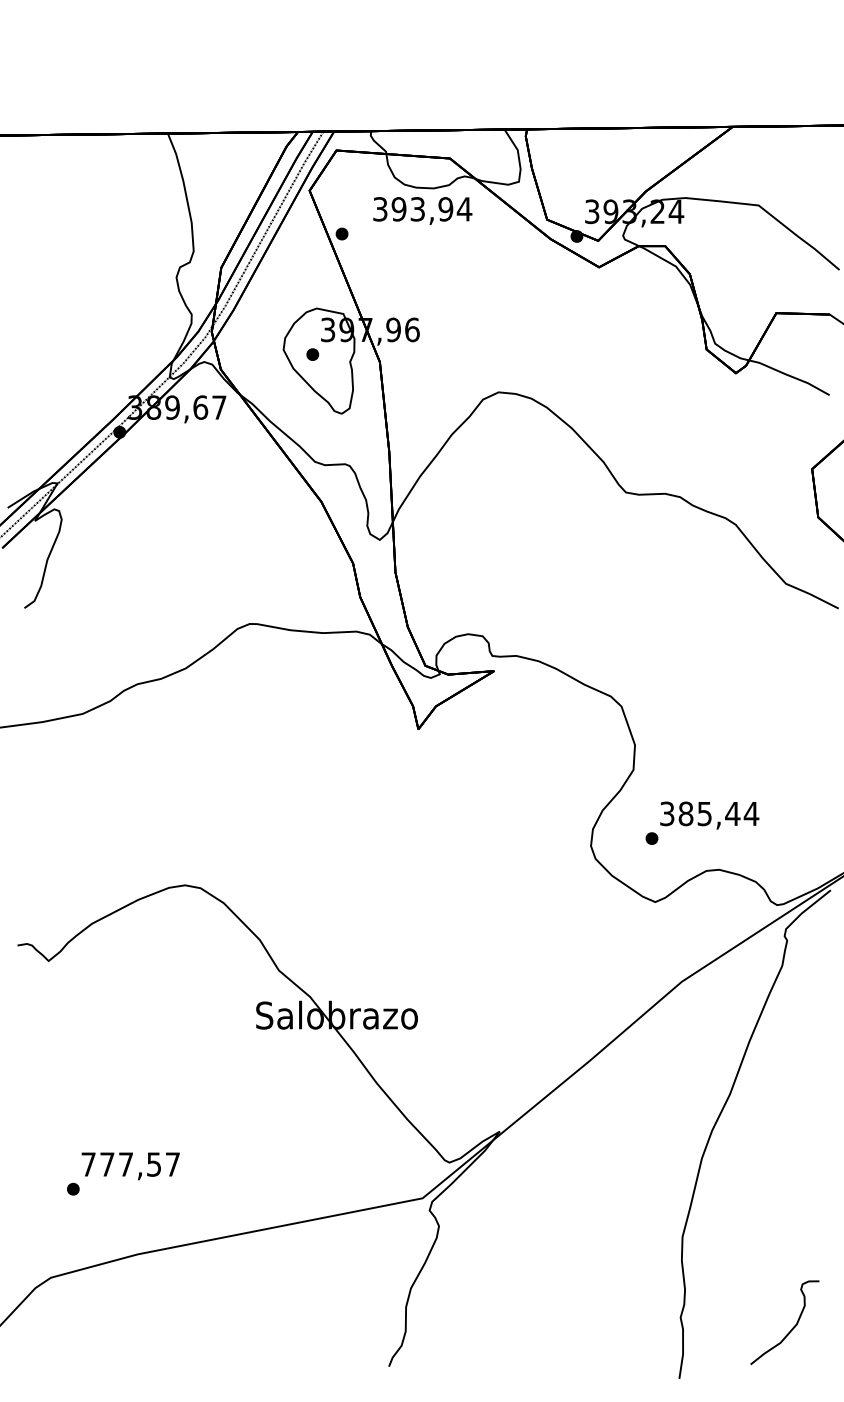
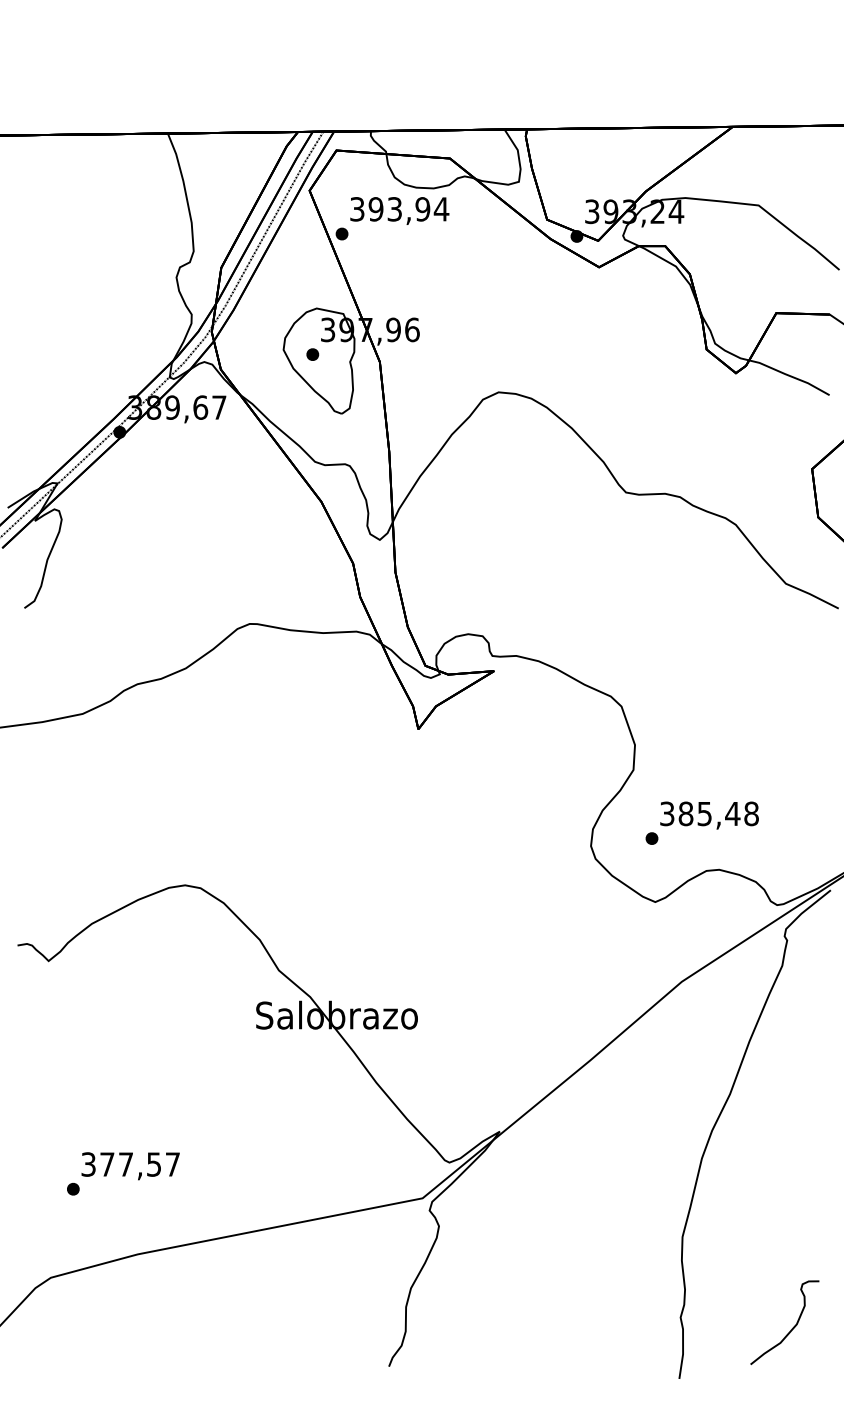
text at (422, 210) position: (422, 210) -> (399, 210)
text at (751, 813): 385,44 -> 385,48
text at (88, 1164): 777,57 -> 377,57
